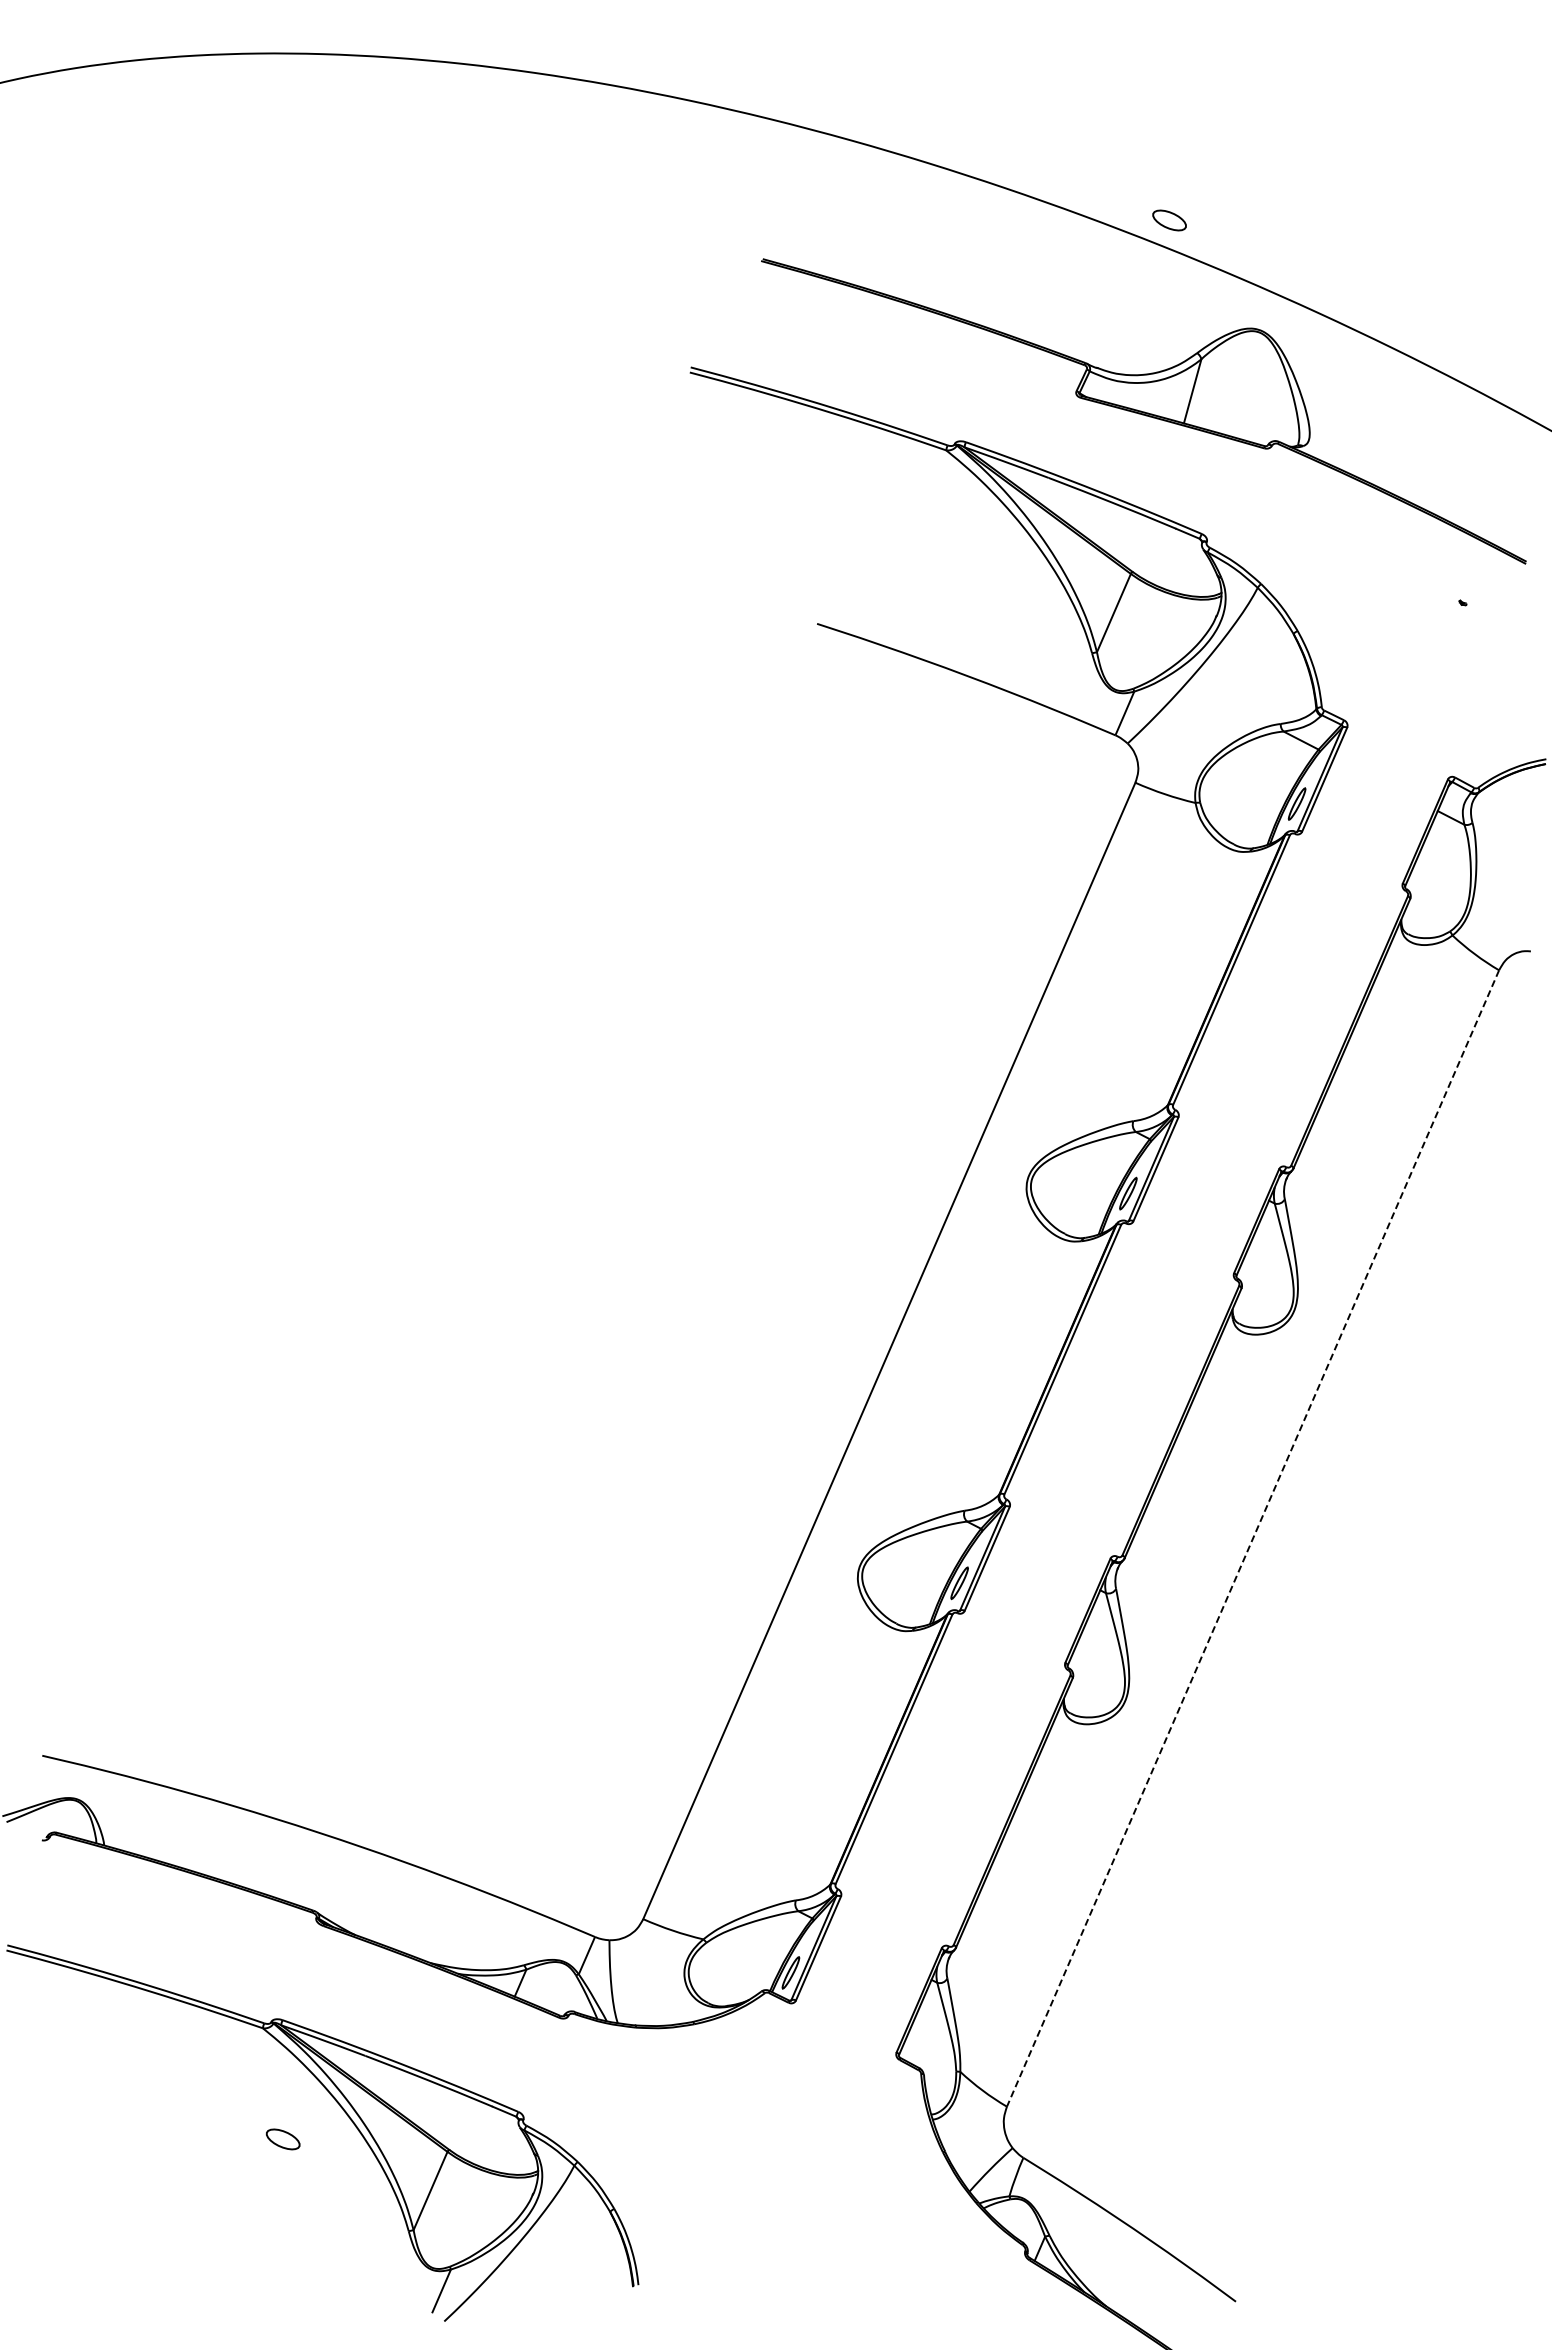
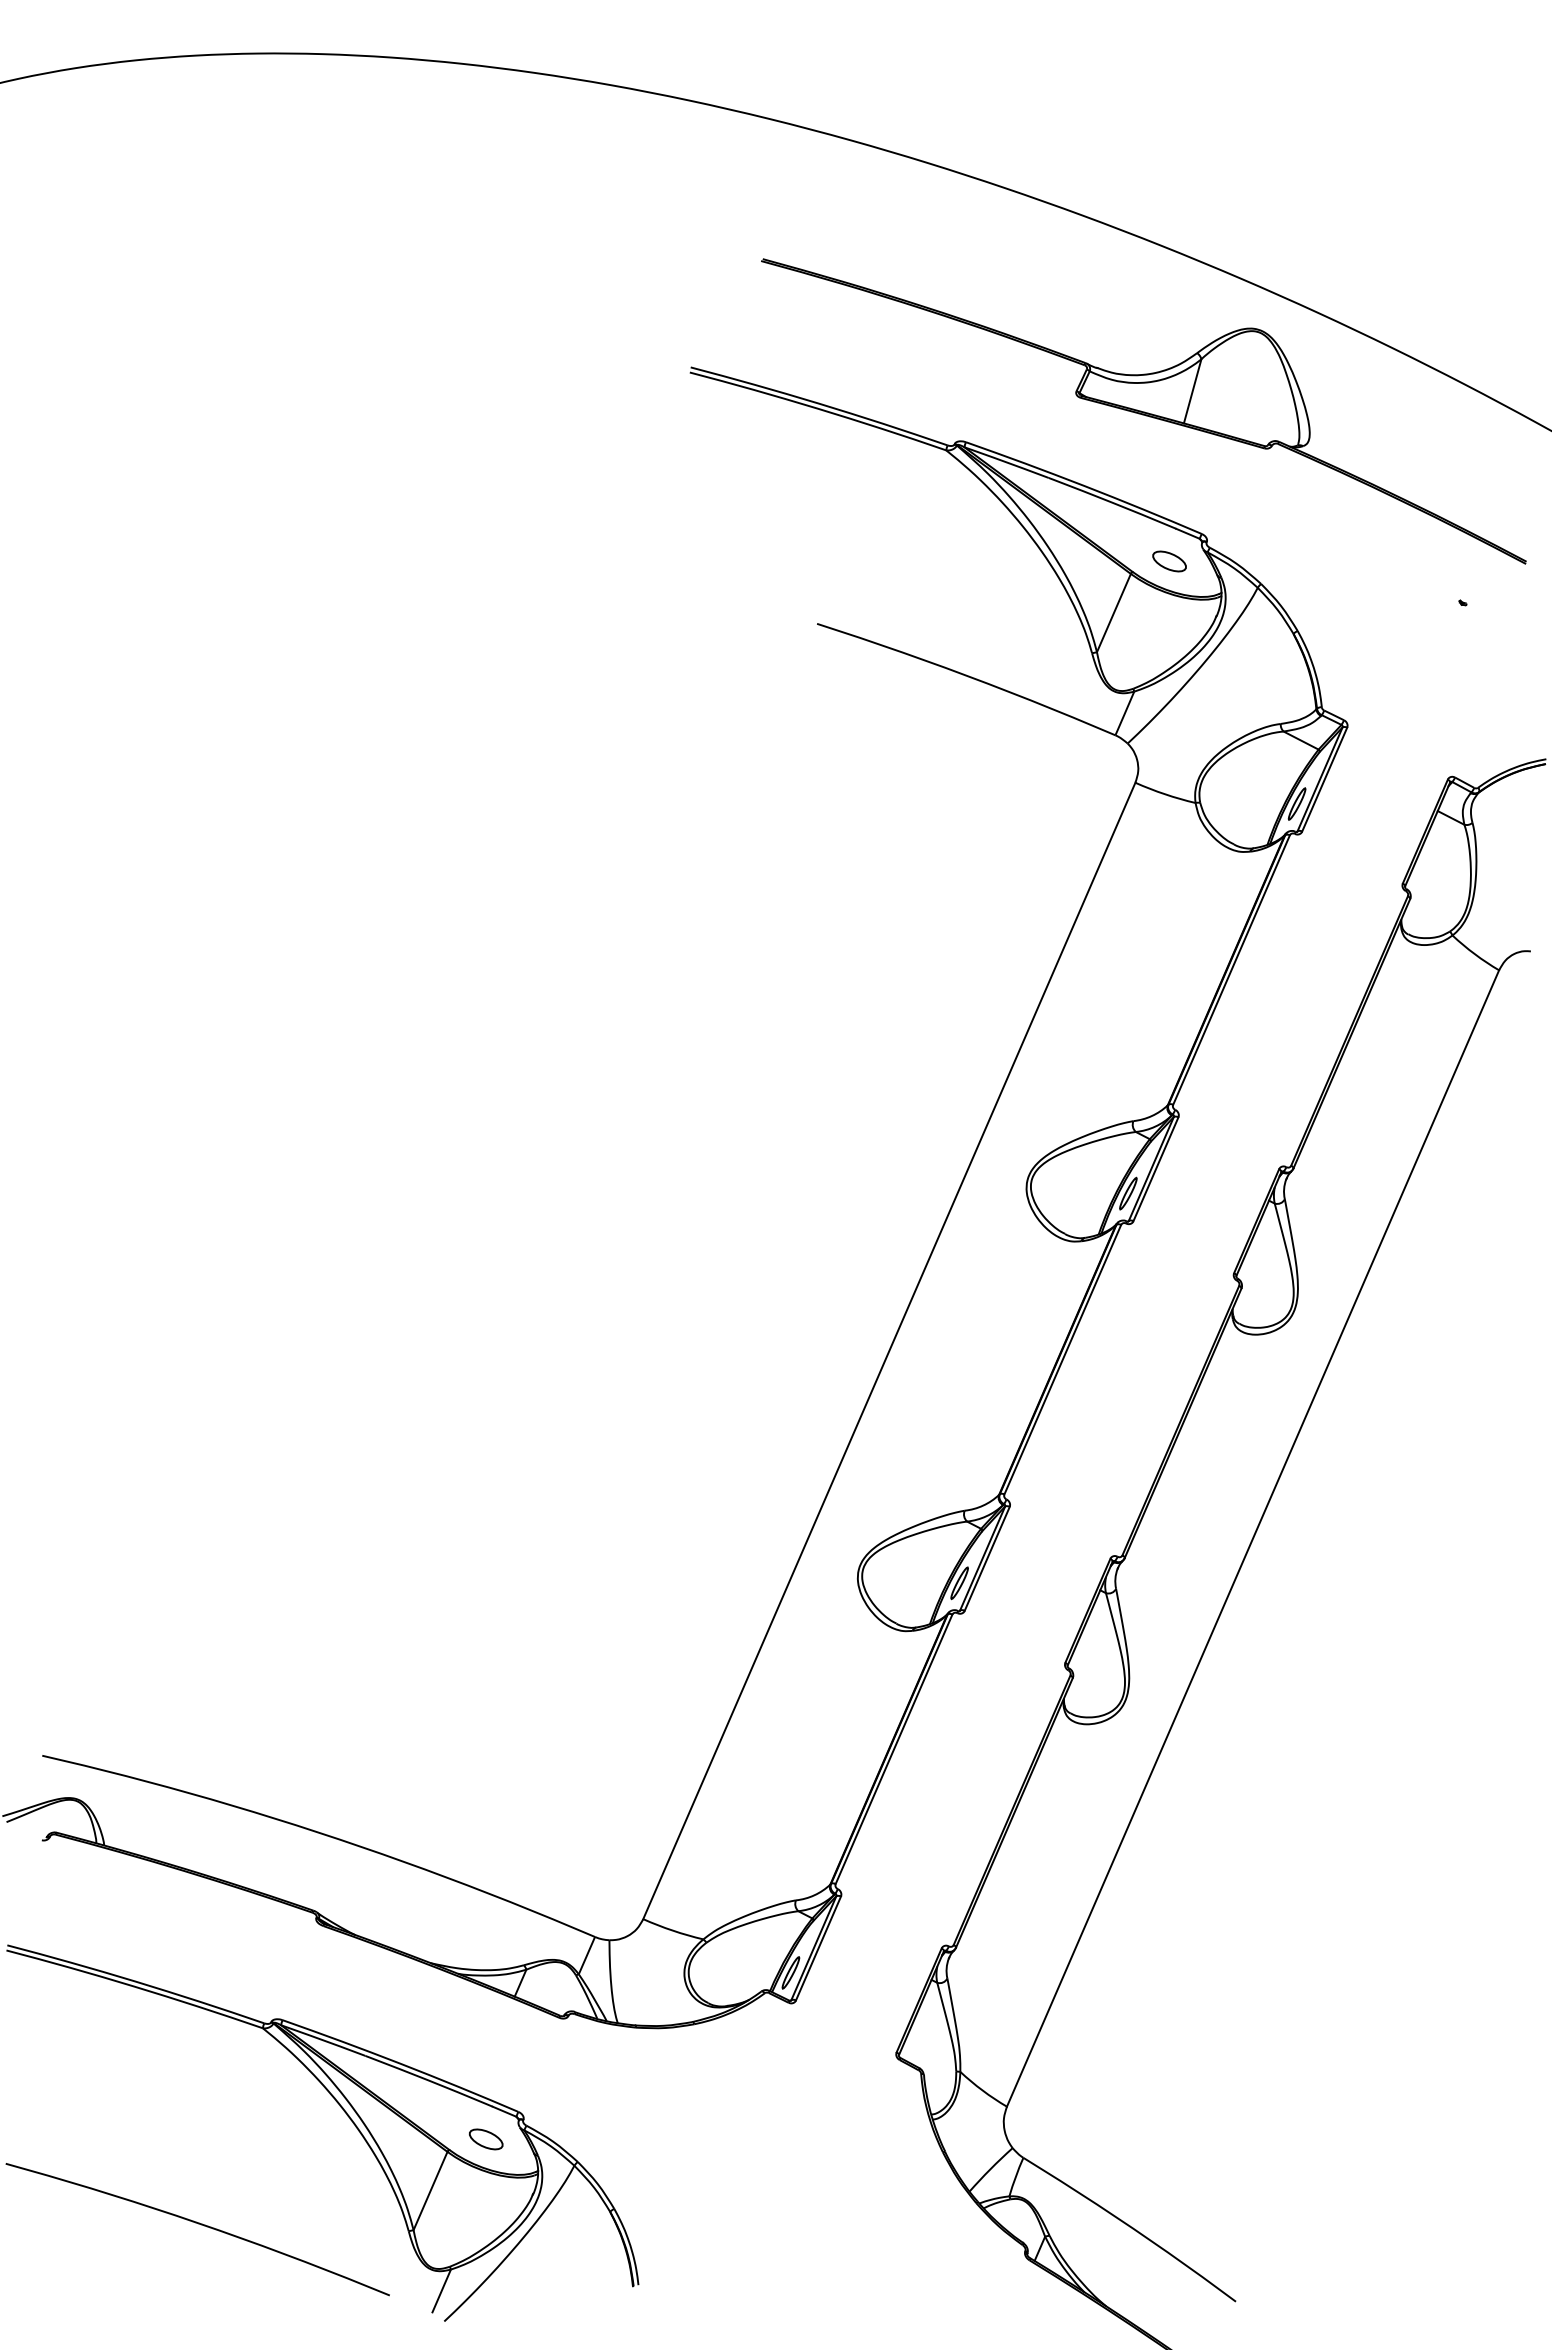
part at (1169, 220) position: (1169, 220) -> (1169, 561)
line at (1252, 1538): dashed -> solid
part at (282, 2139) position: (282, 2139) -> (485, 2139)
curve at (198, 2224): none -> present
